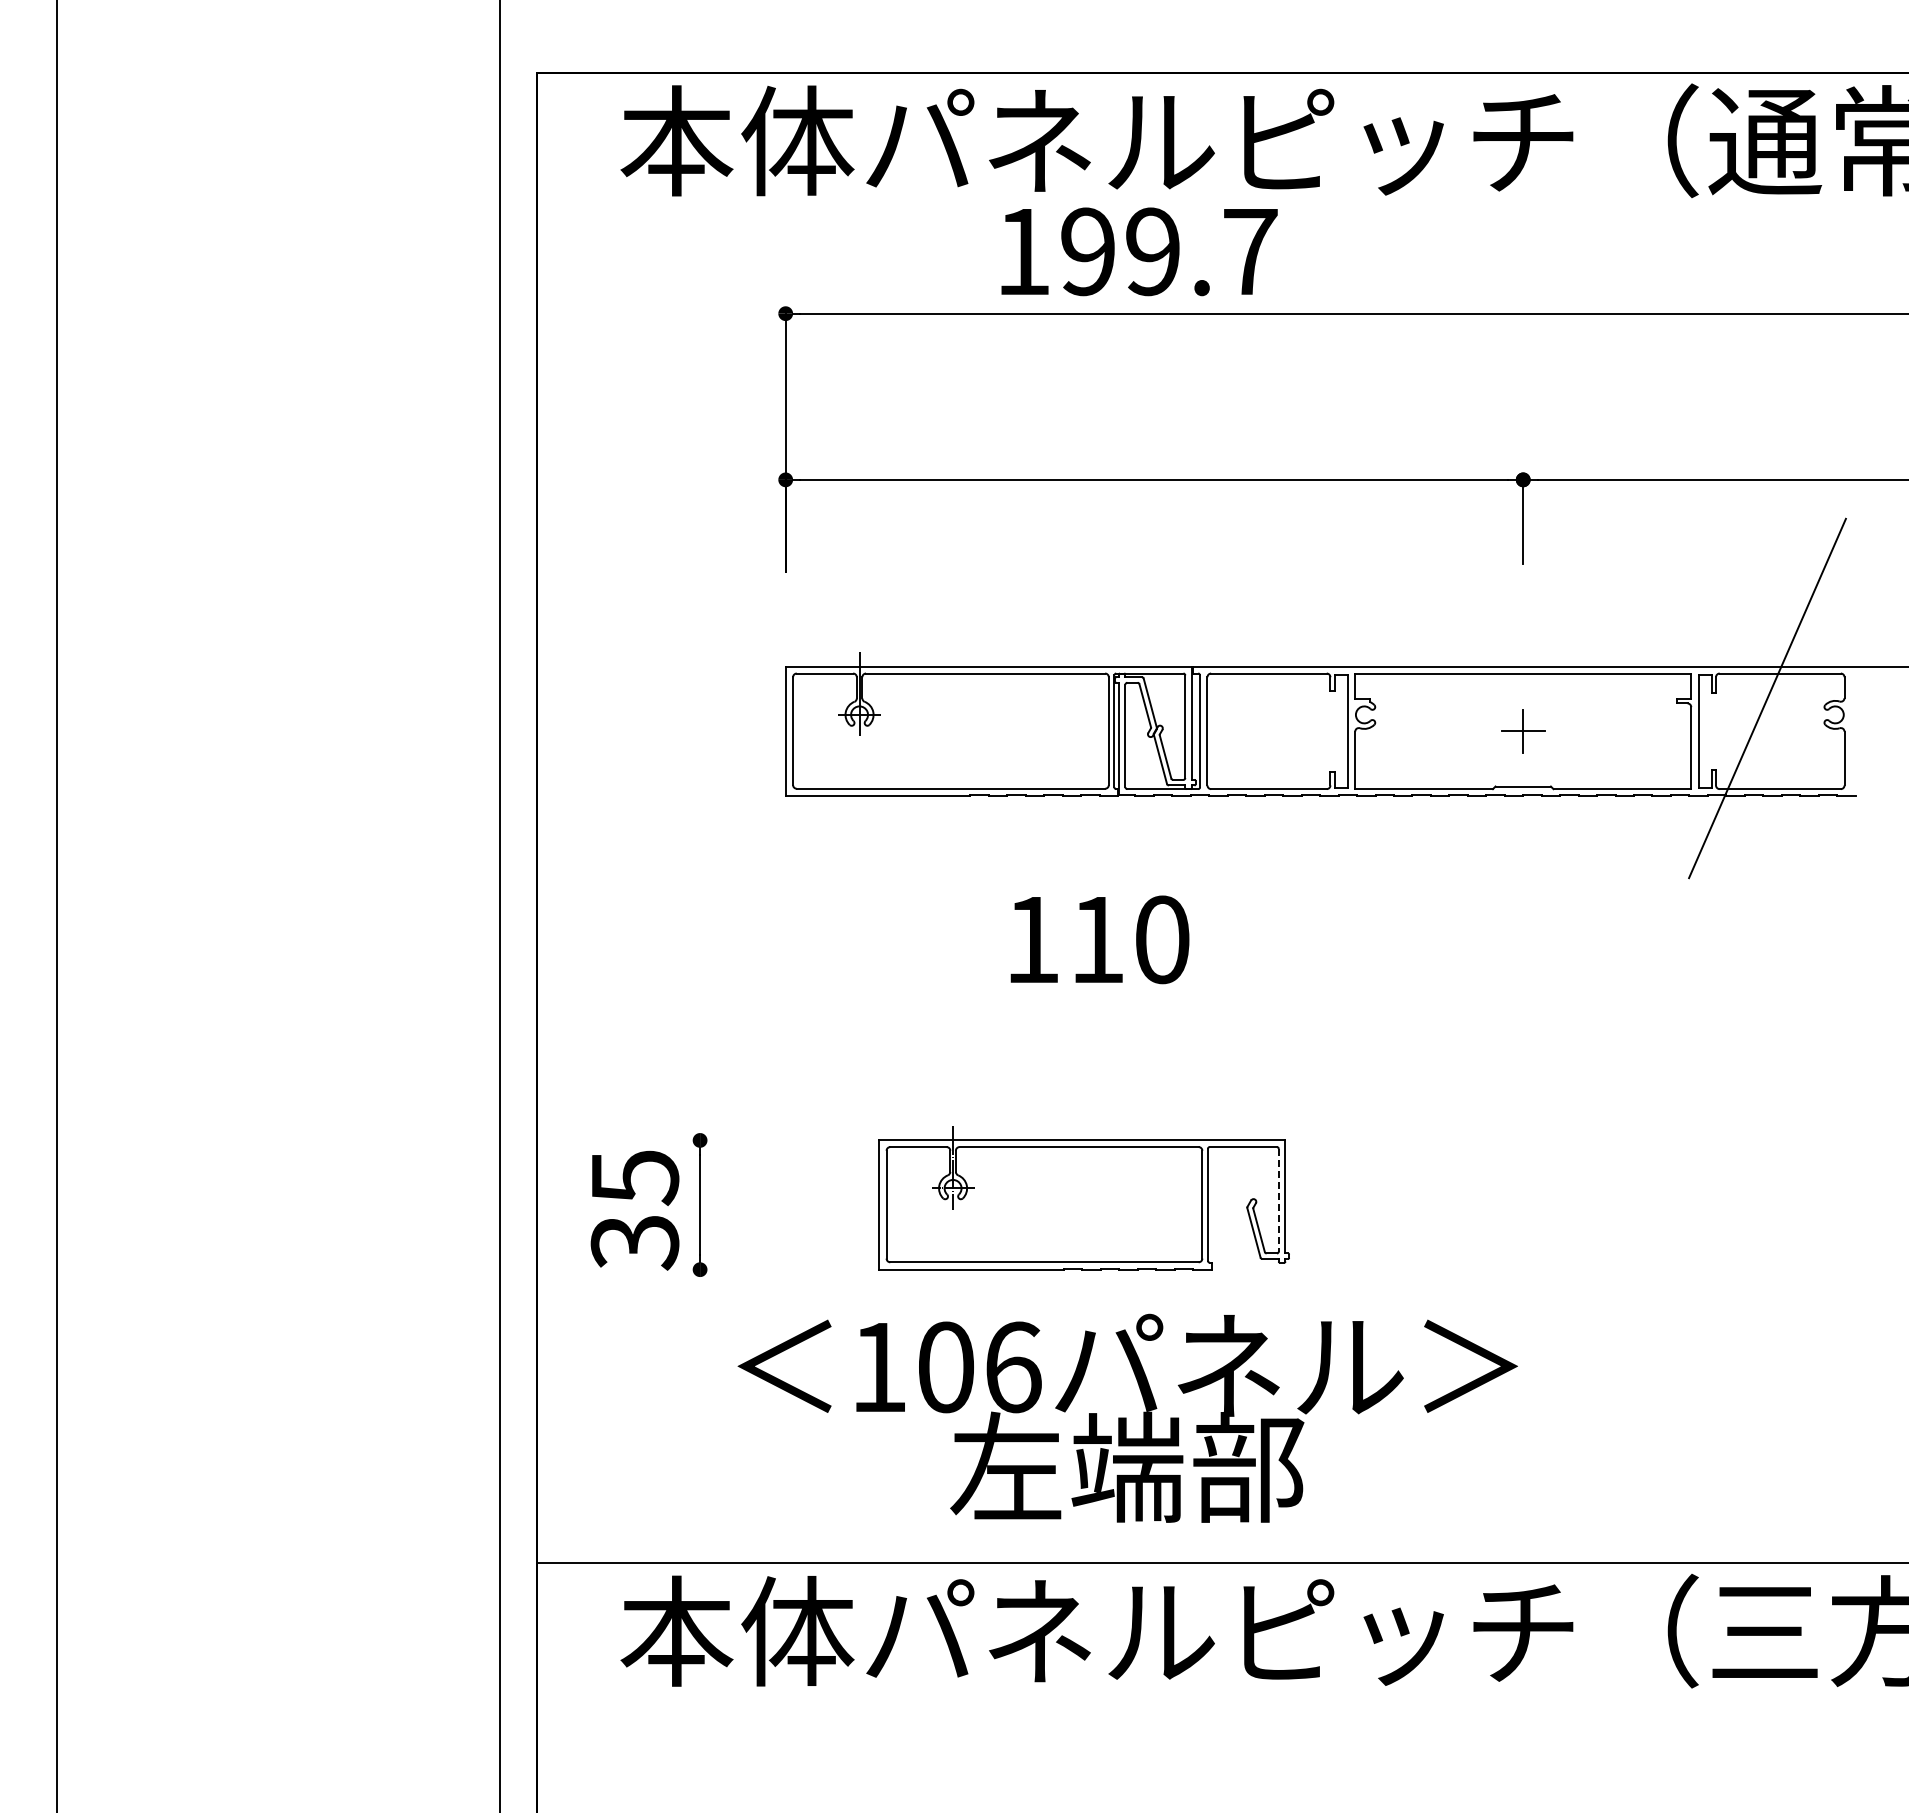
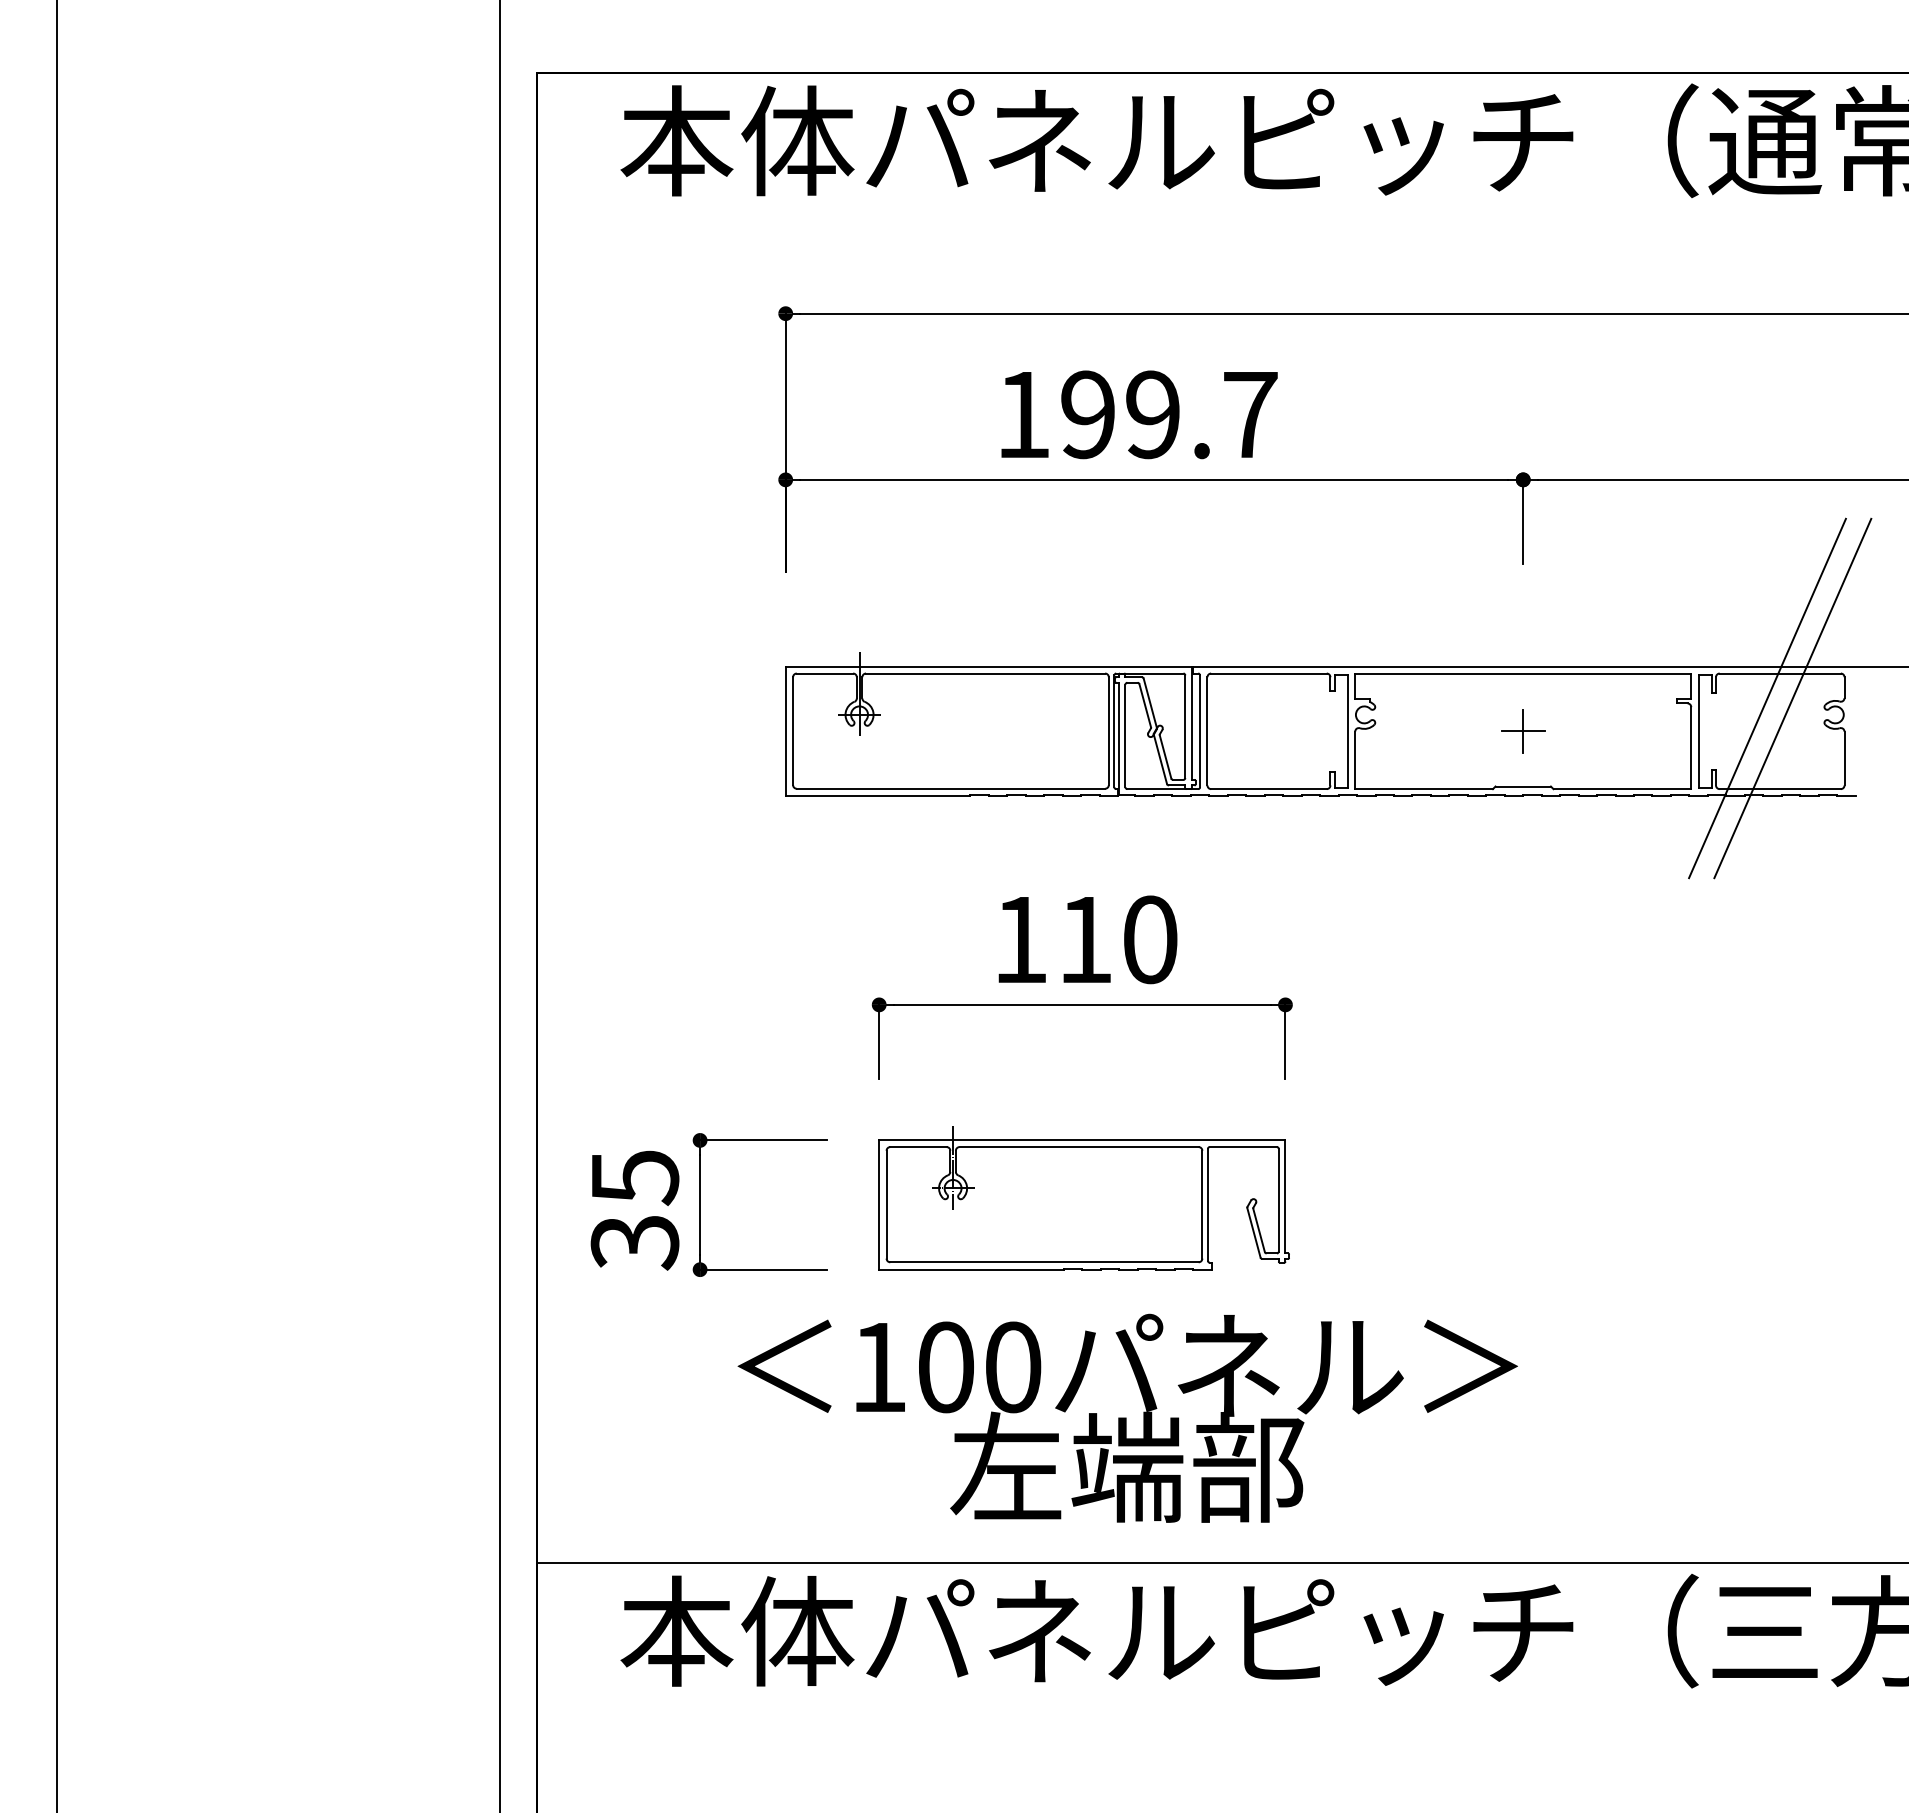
text at (1139, 251) position: (1139, 251) -> (1139, 414)
line at (1792, 698): none -> present
text at (1099, 939) position: (1099, 939) -> (1087, 939)
part at (1081, 1005): none -> present
line at (763, 1140): none -> present
line at (1278, 1200): dashed -> solid
line at (763, 1269): none -> present
text at (1013, 1367): 106 -> 100
